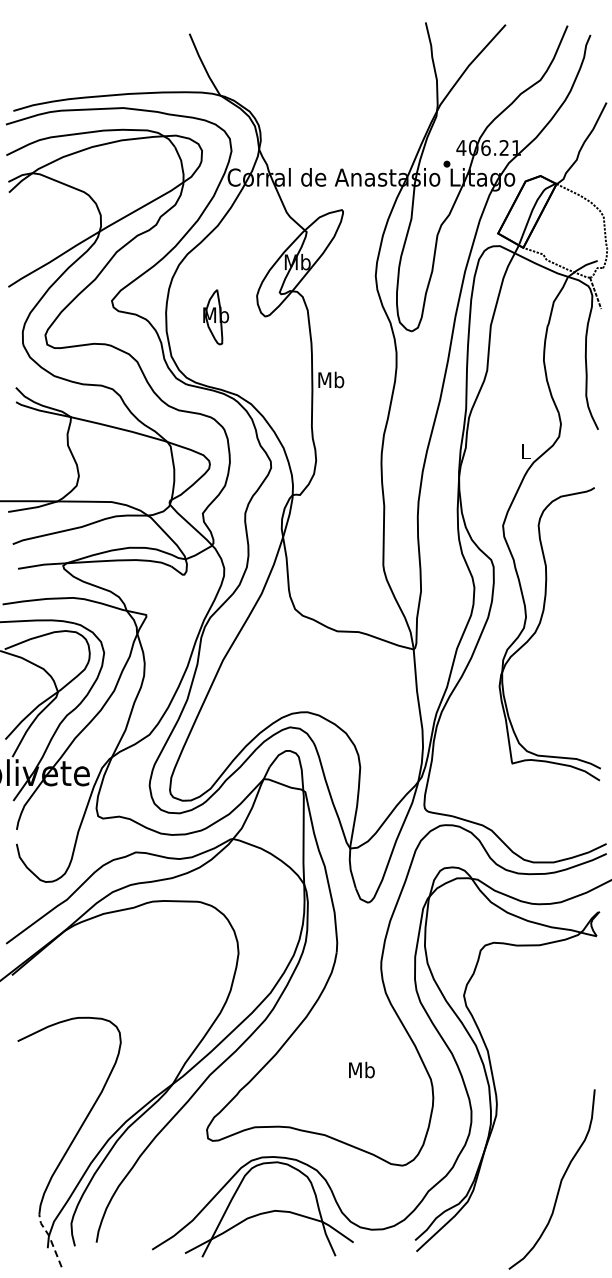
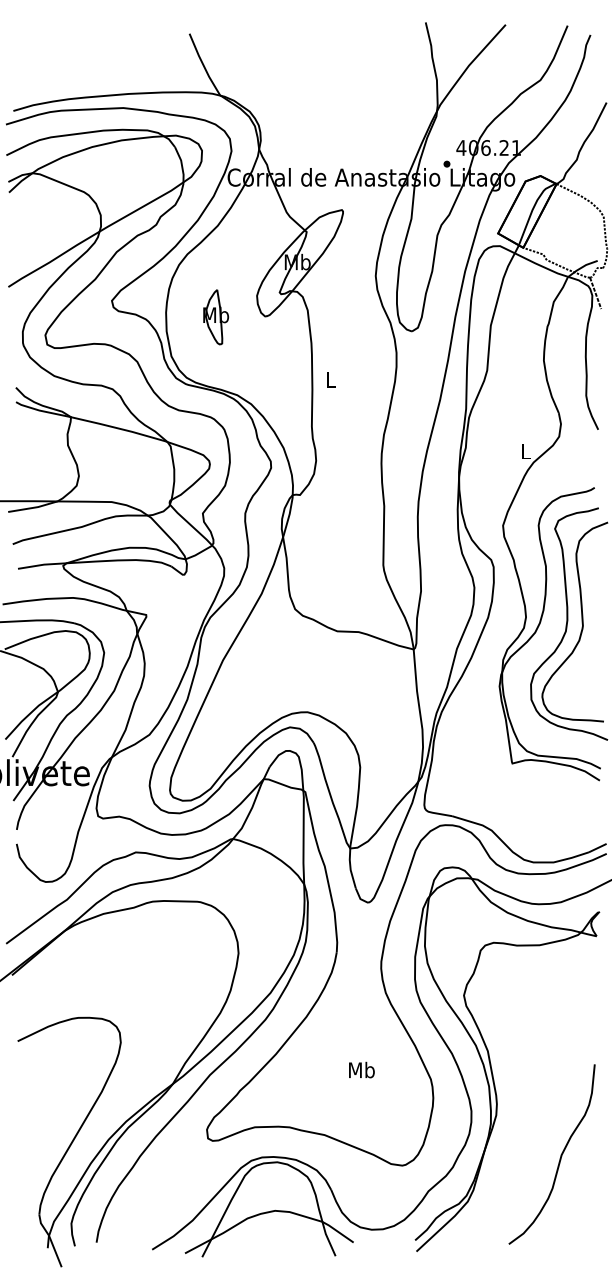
text at (331, 379): Mb -> L
part at (569, 623): none -> present
curve at (559, 1183) position: (559, 1183) -> (559, 1158)
line at (50, 1239): dashed -> solid
